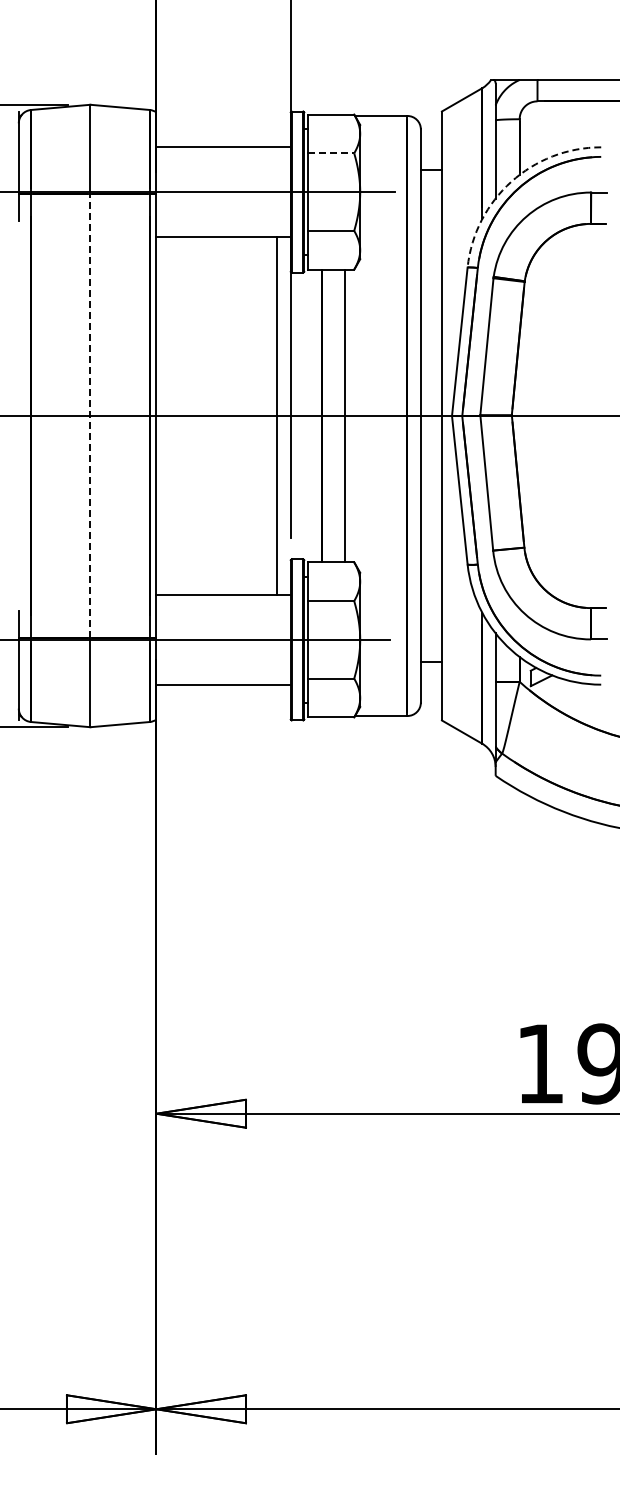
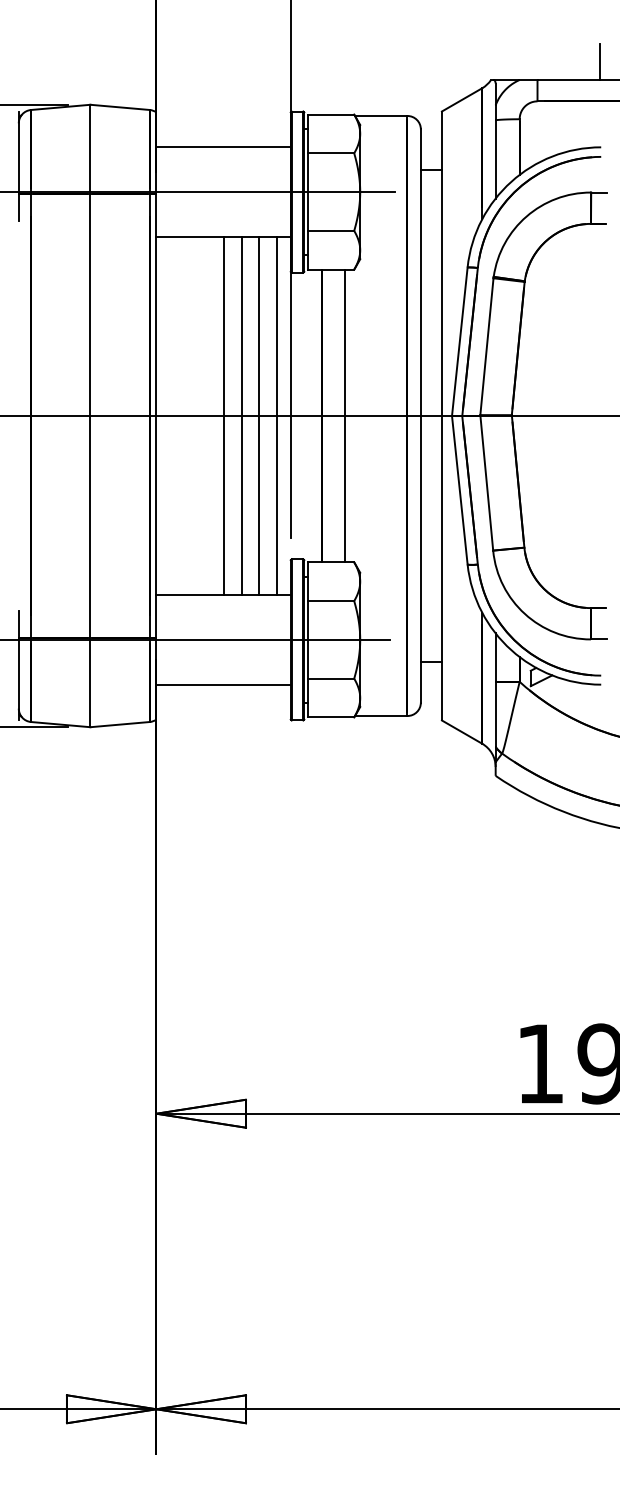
line at (599, 62): none -> present
line at (331, 153): dashed -> solid
arc at (511, 181): dashed -> solid
line at (223, 415): none -> present
line at (241, 415): none -> present
line at (259, 415): none -> present
line at (90, 416): dashed -> solid
